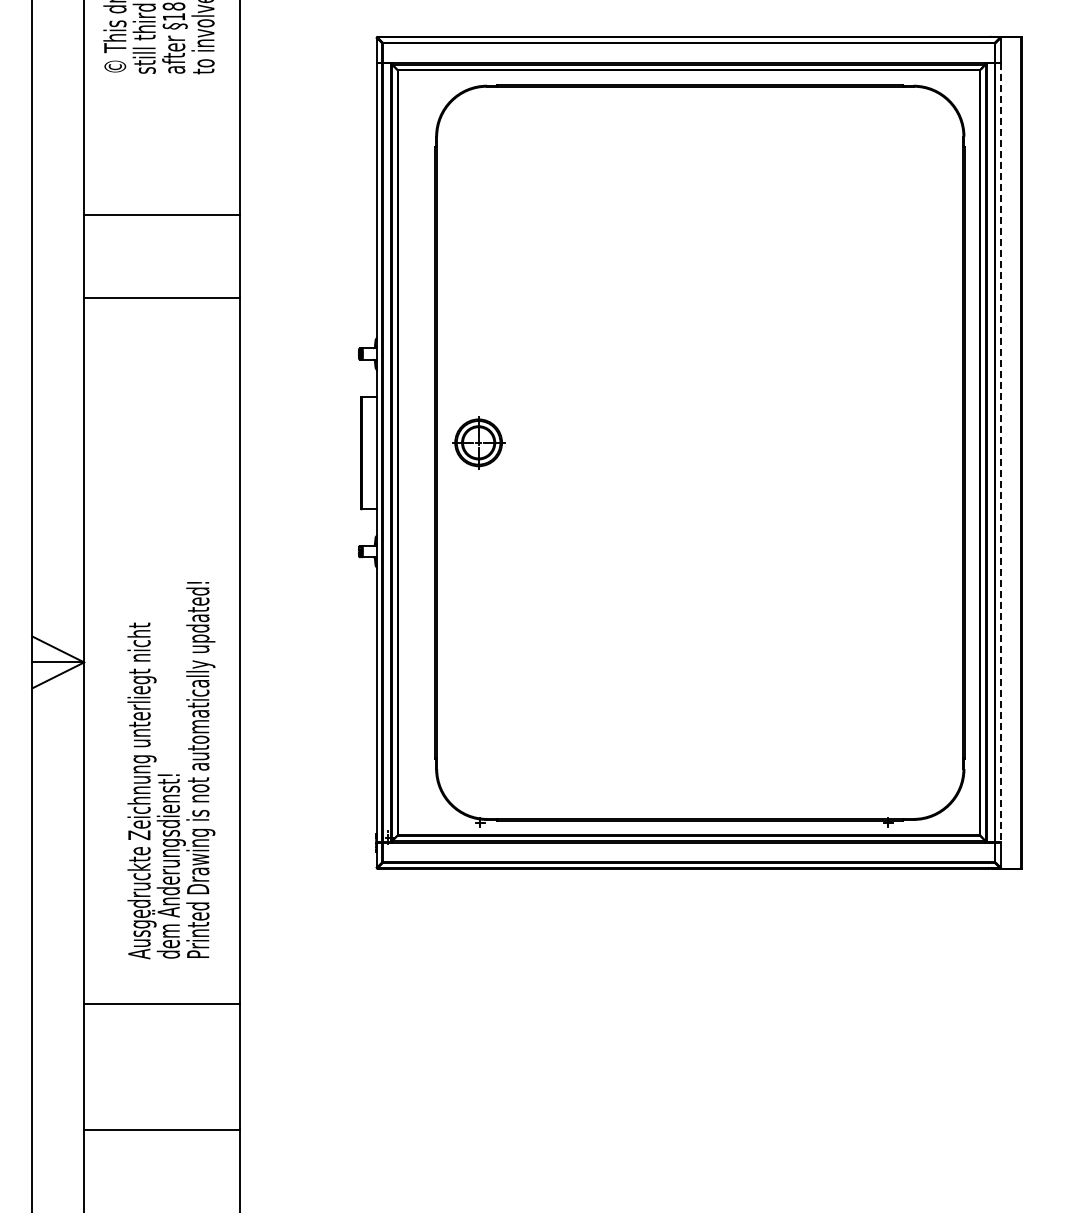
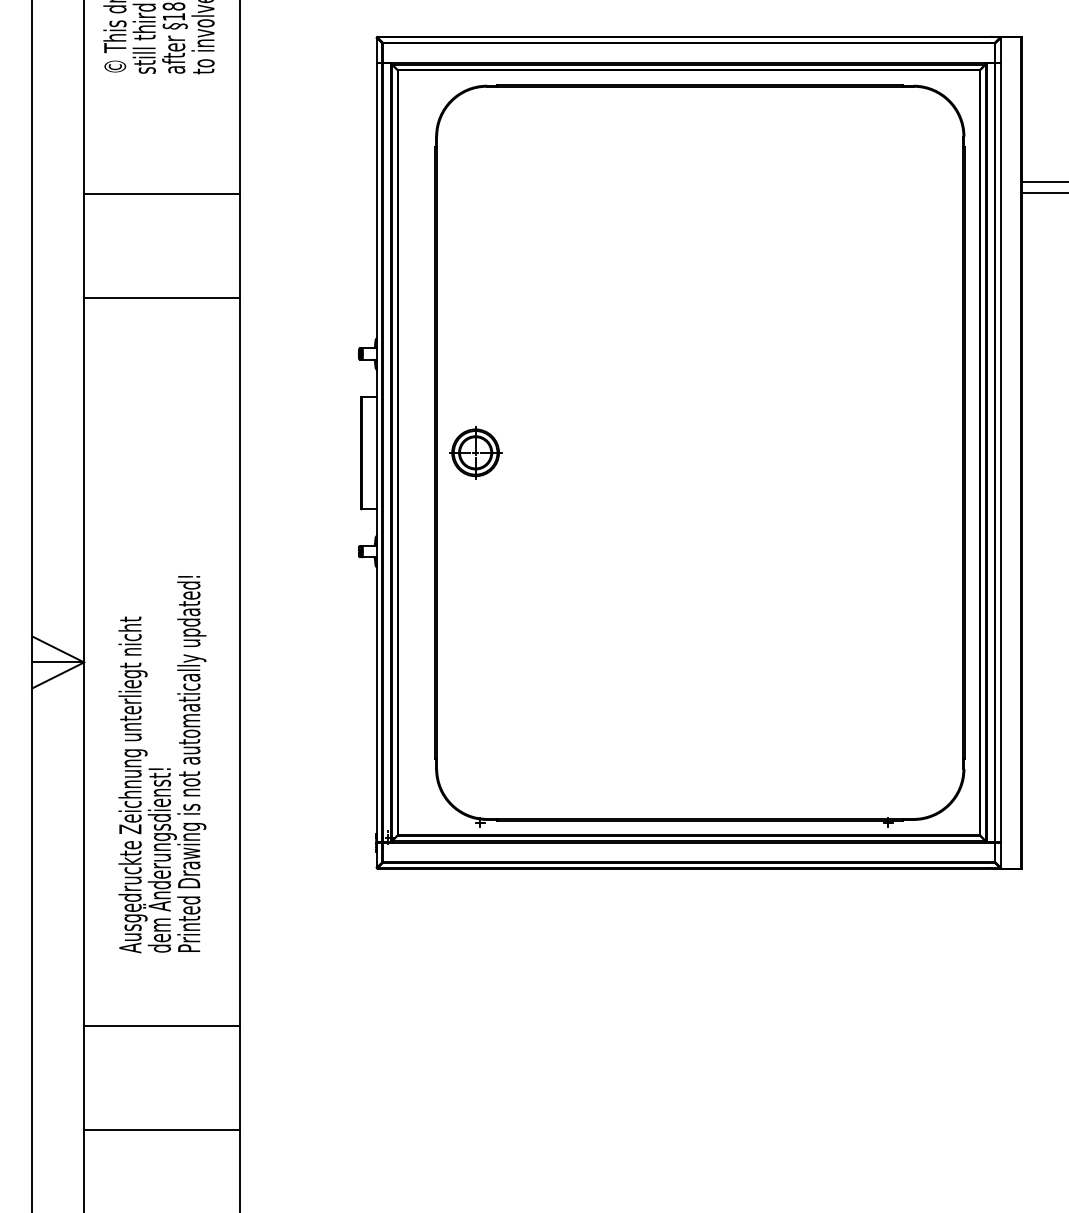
line at (1043, 182): none -> present
line at (1043, 192): none -> present
line at (162, 215) position: (162, 215) -> (162, 194)
part at (478, 442) position: (478, 442) -> (475, 452)
line at (1000, 452): dashed -> solid
text at (171, 770) position: (171, 770) -> (162, 764)
line at (162, 1004) position: (162, 1004) -> (162, 1026)
